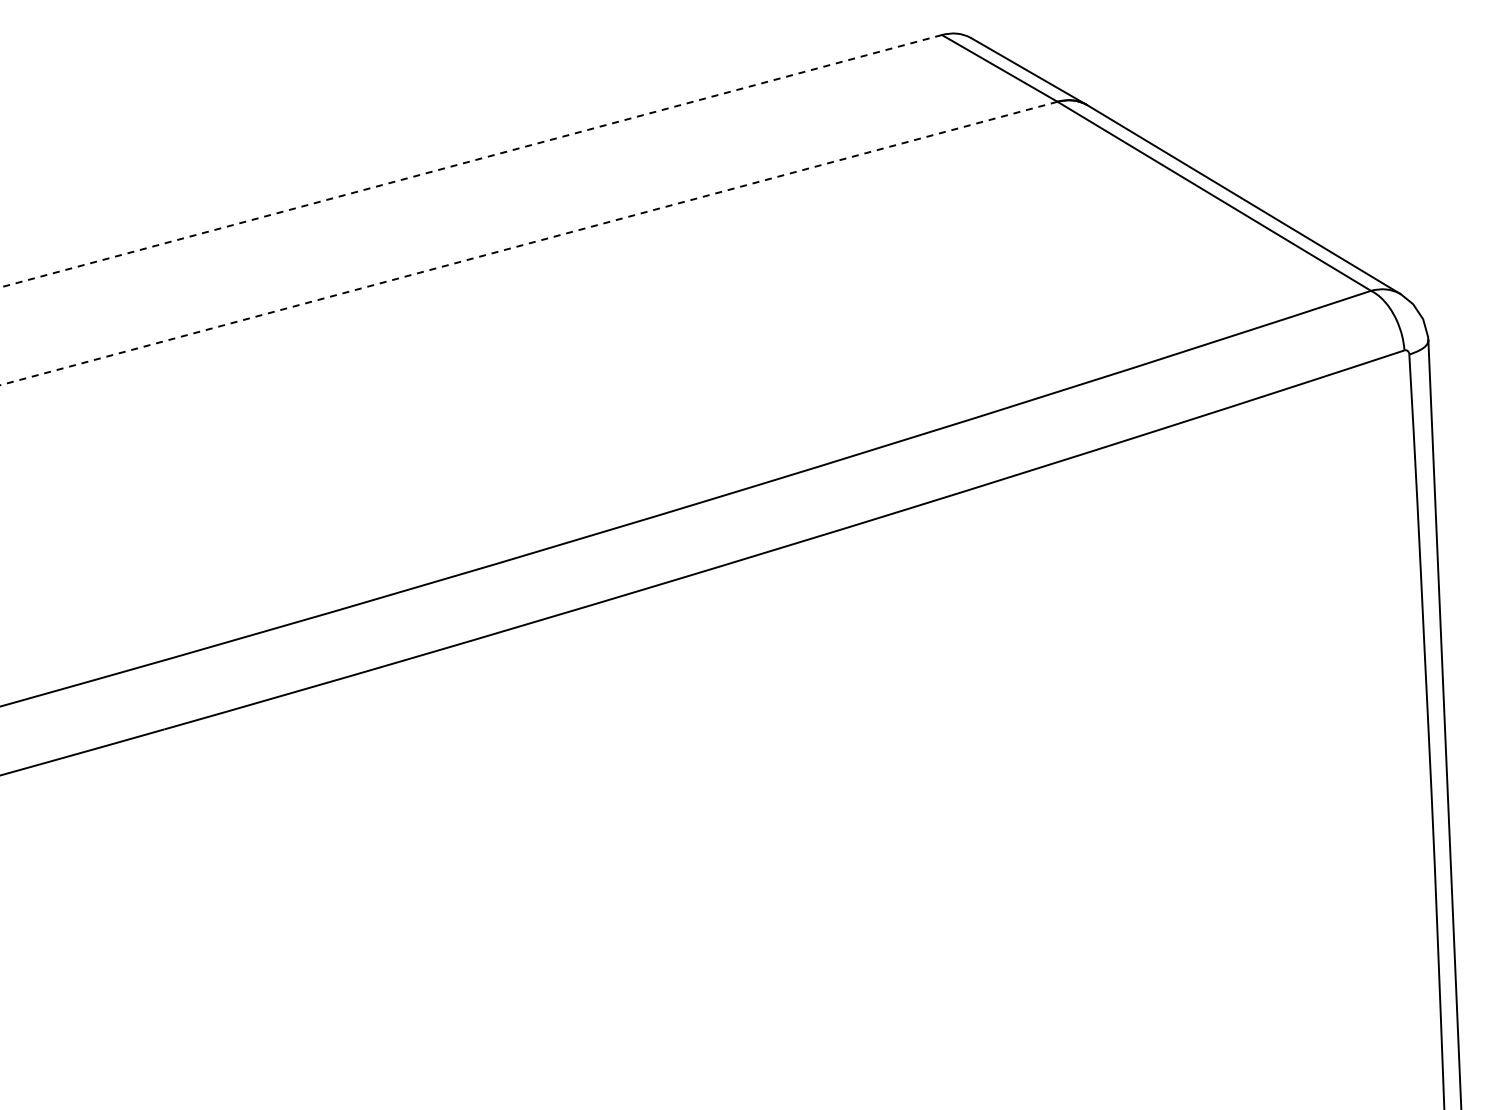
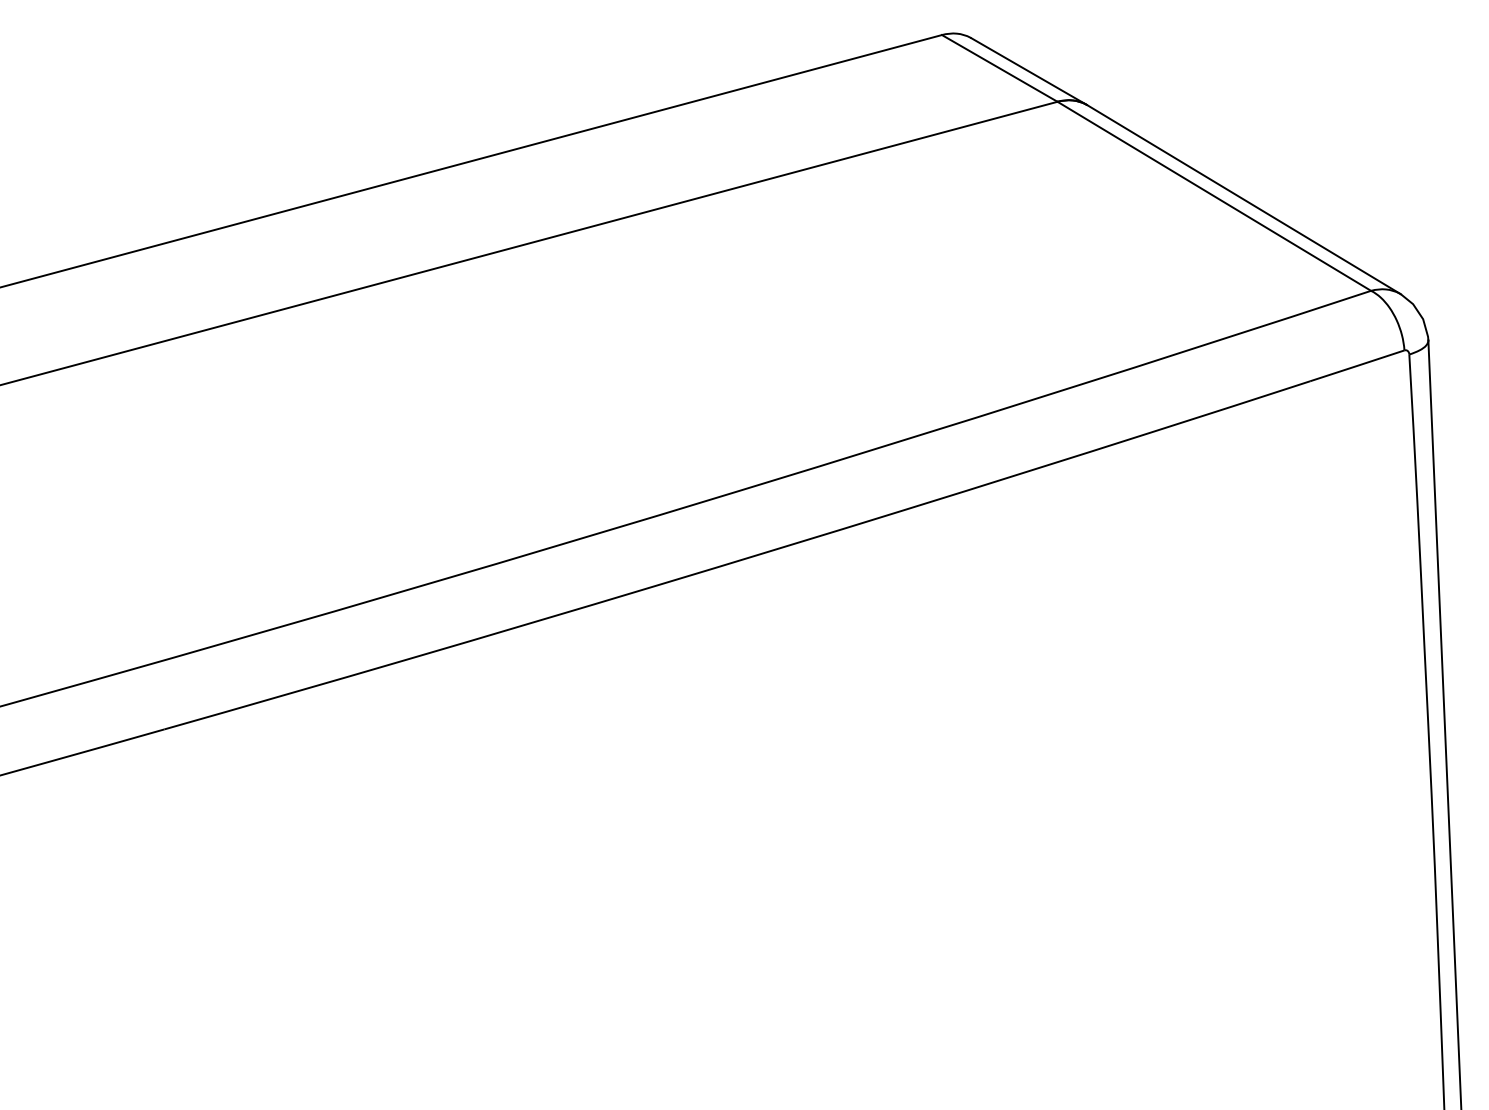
line at (470, 161): dashed -> solid
line at (528, 243): dashed -> solid
